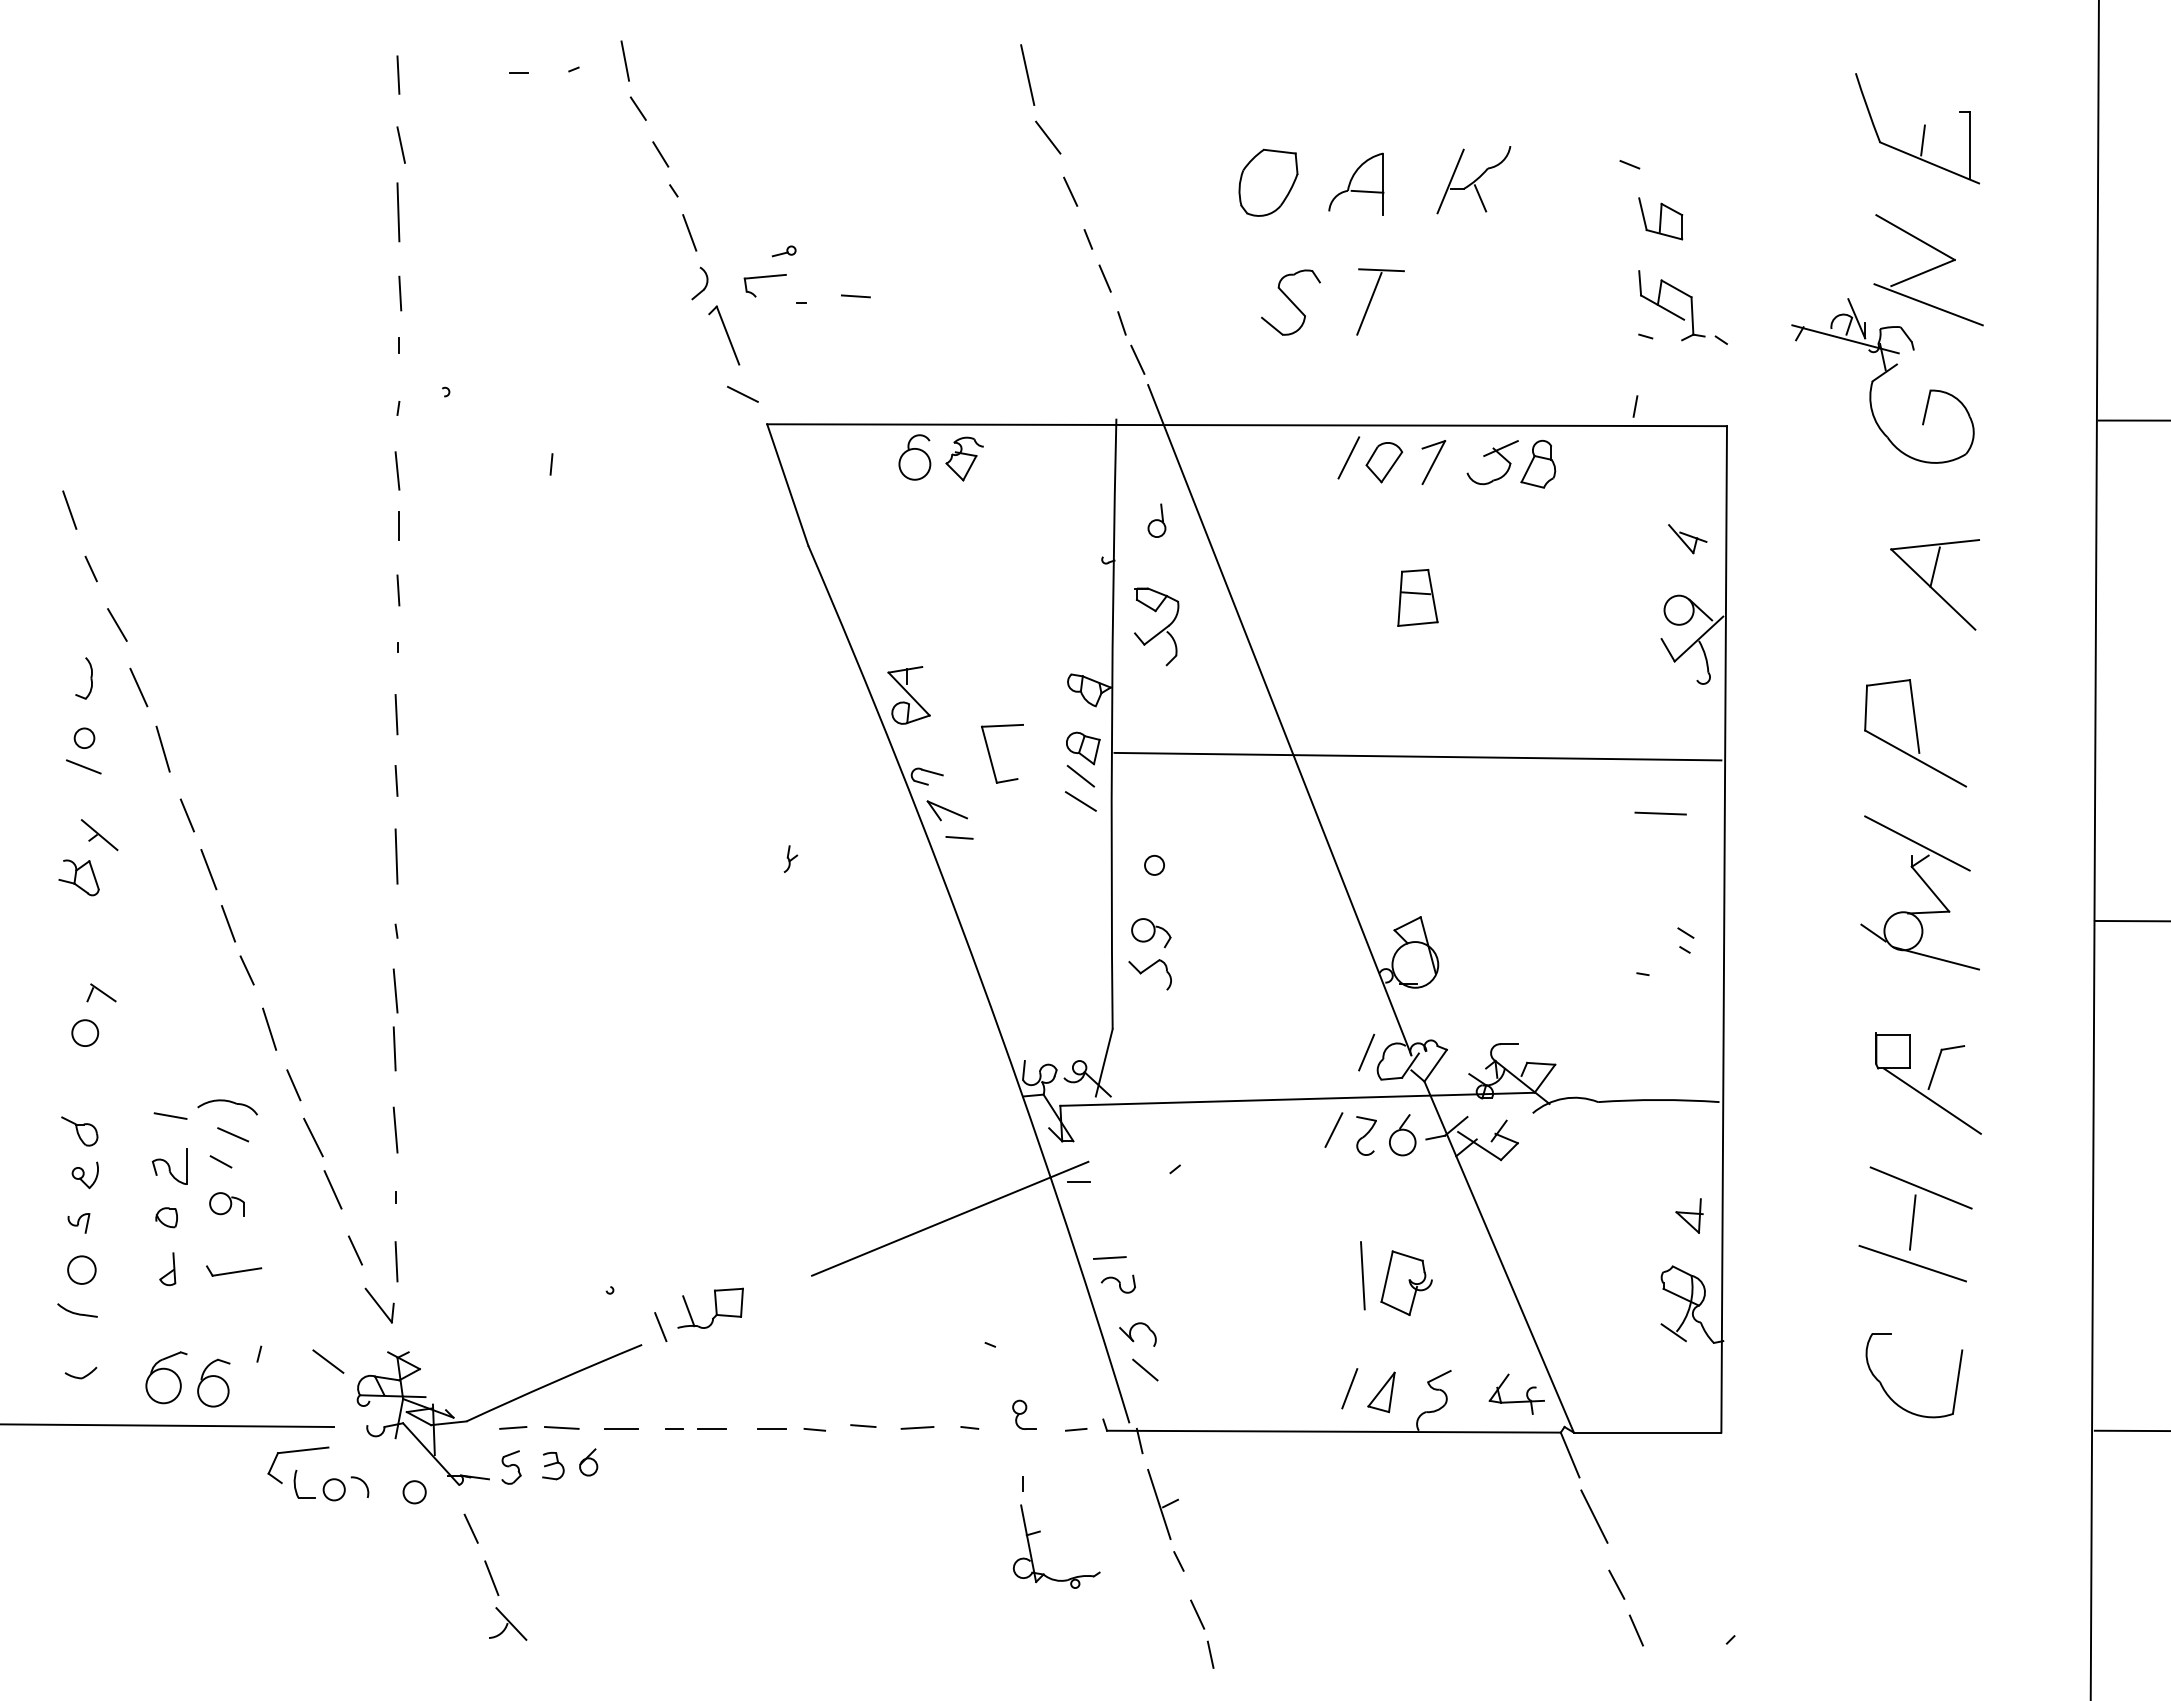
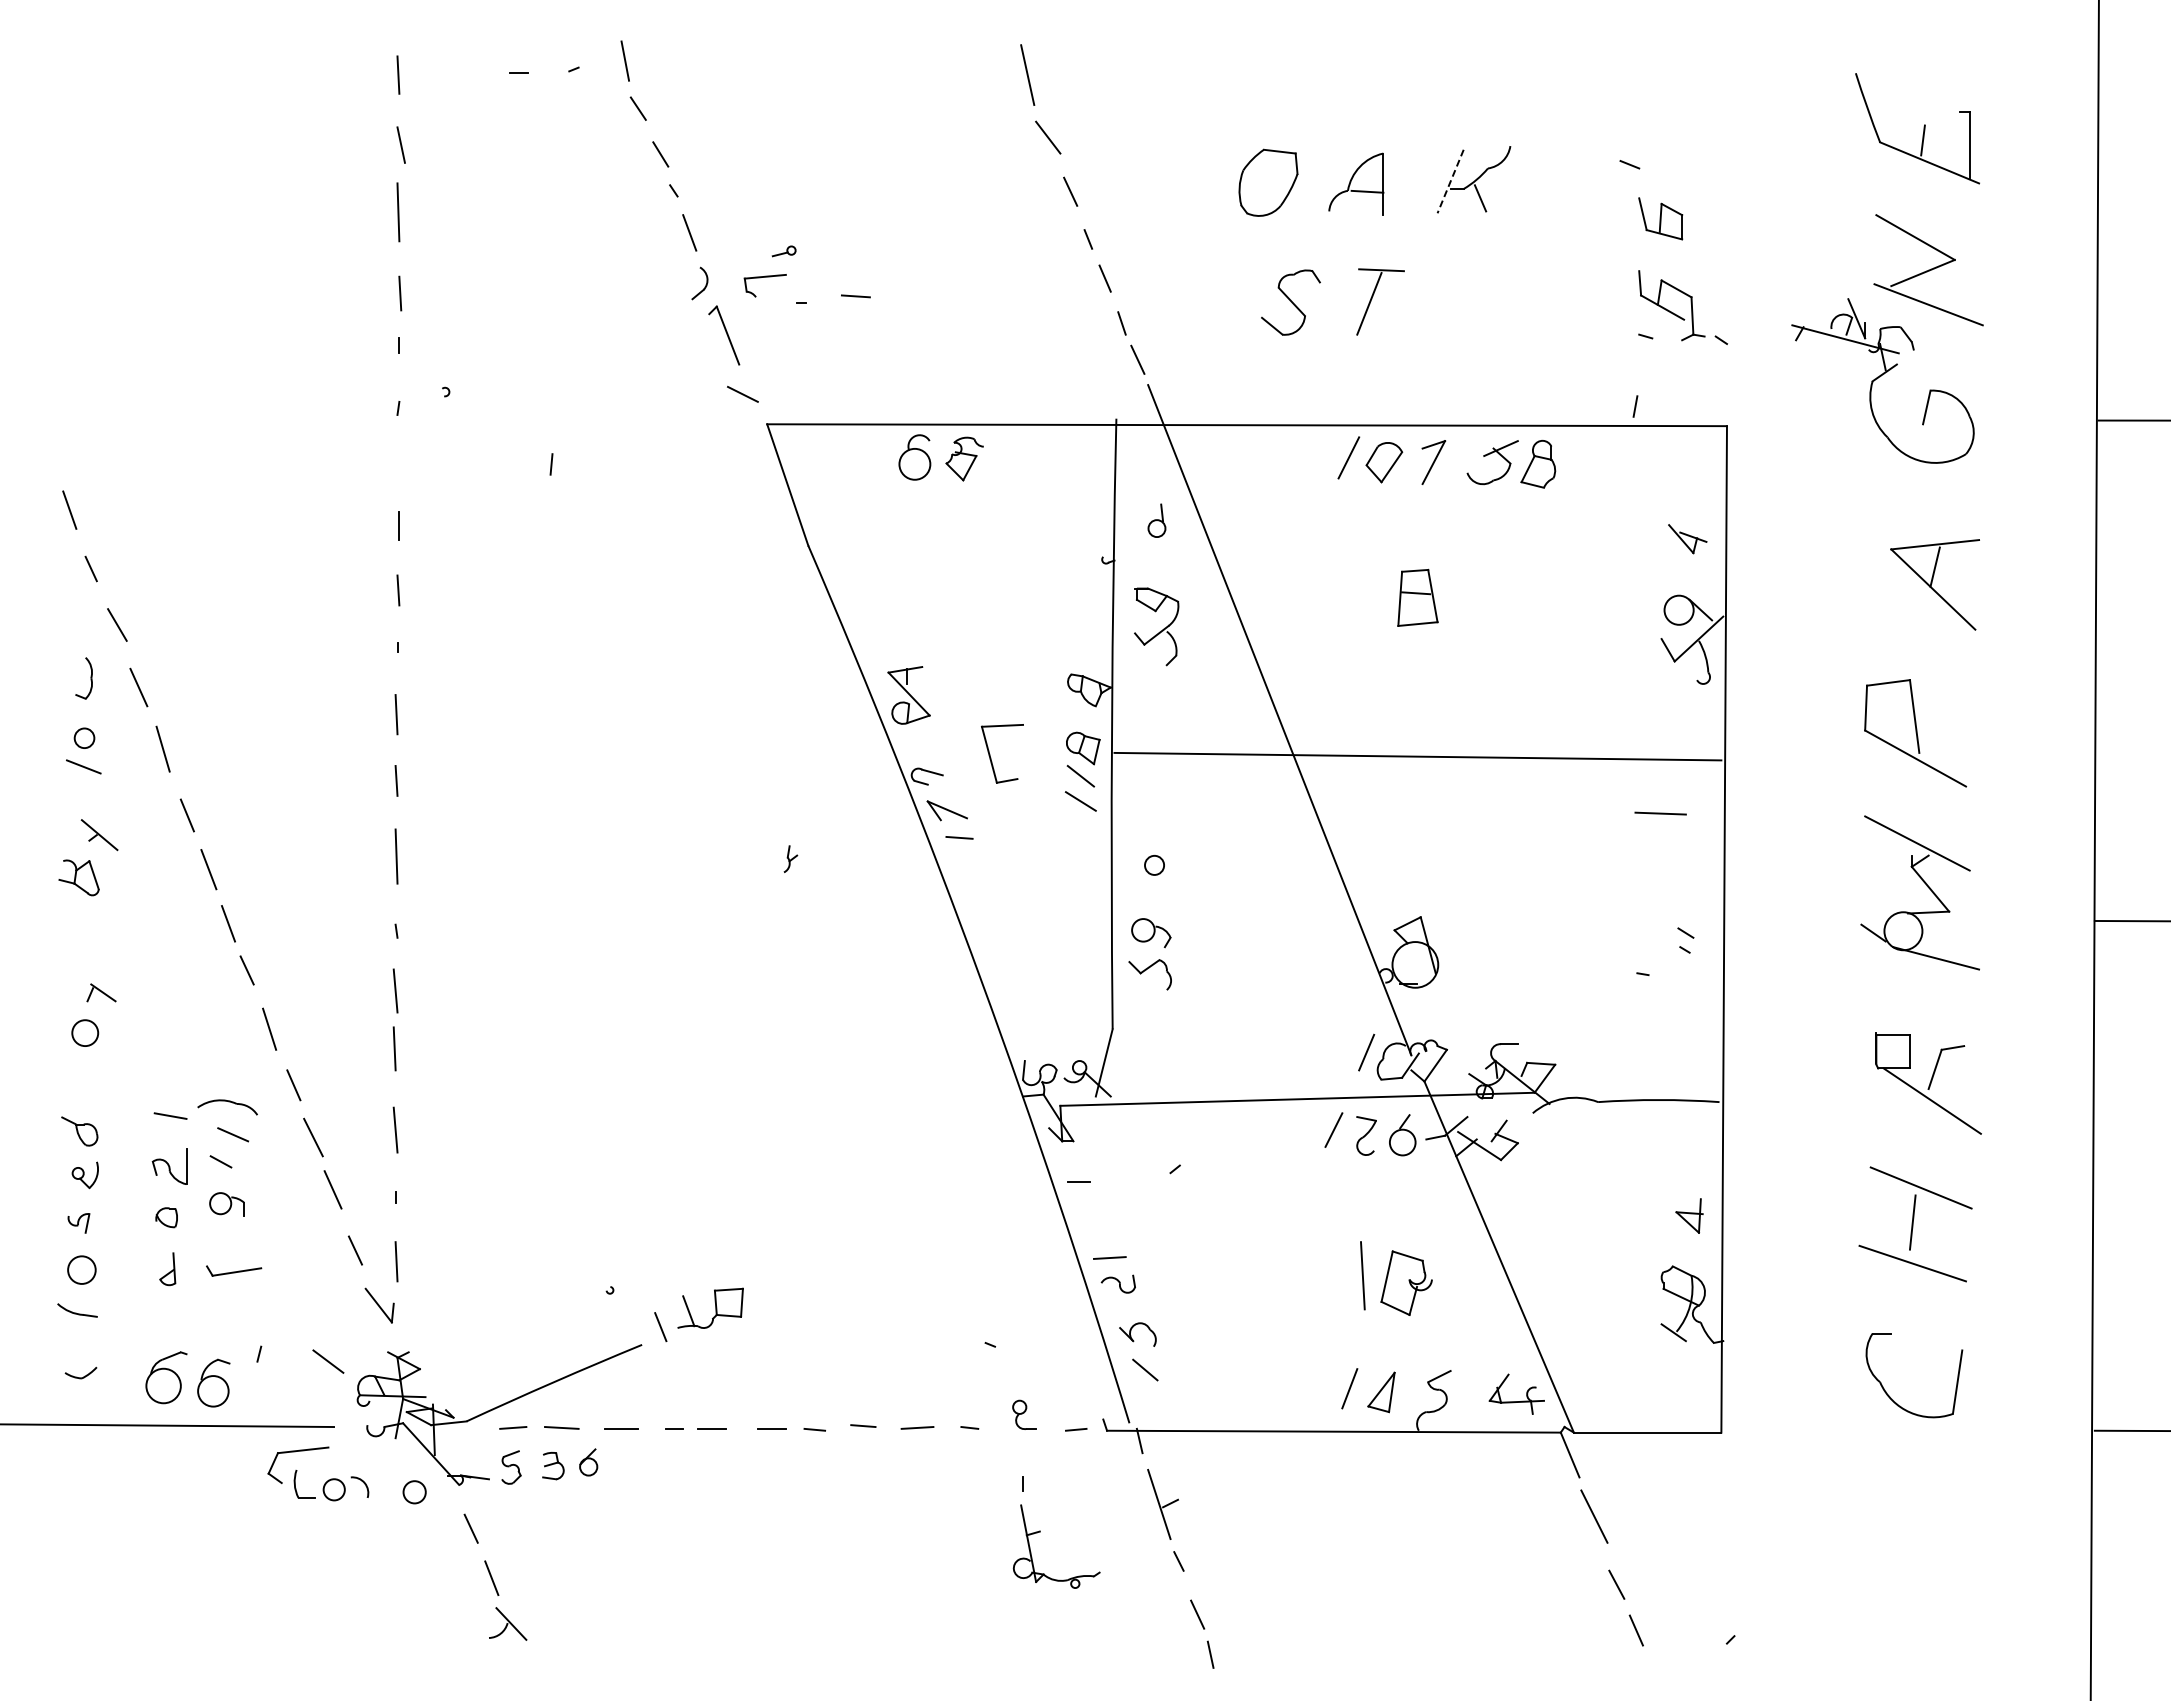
line at (1450, 182): solid -> dashed
line at (397, 470): present -> none
line at (950, 1218): present -> none
